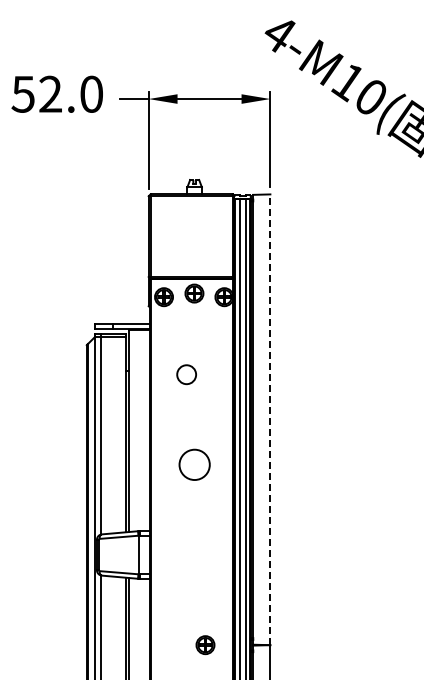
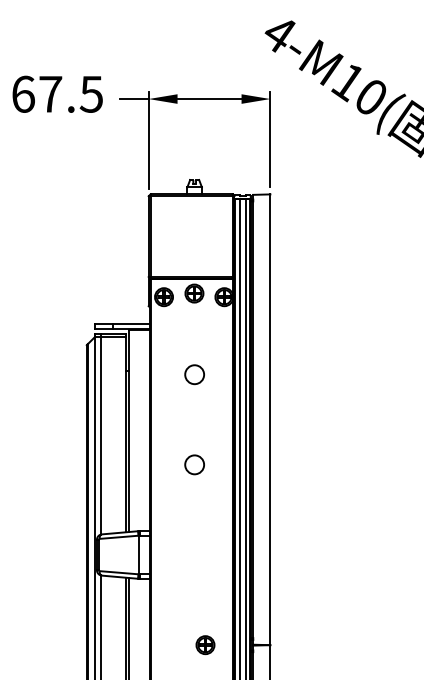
text at (56, 93): 52.0 -> 67.5
circle at (186, 374) position: (186, 374) -> (194, 374)
line at (270, 419): dashed -> solid
circle at (194, 464) diameter: 30 px -> 19 px
